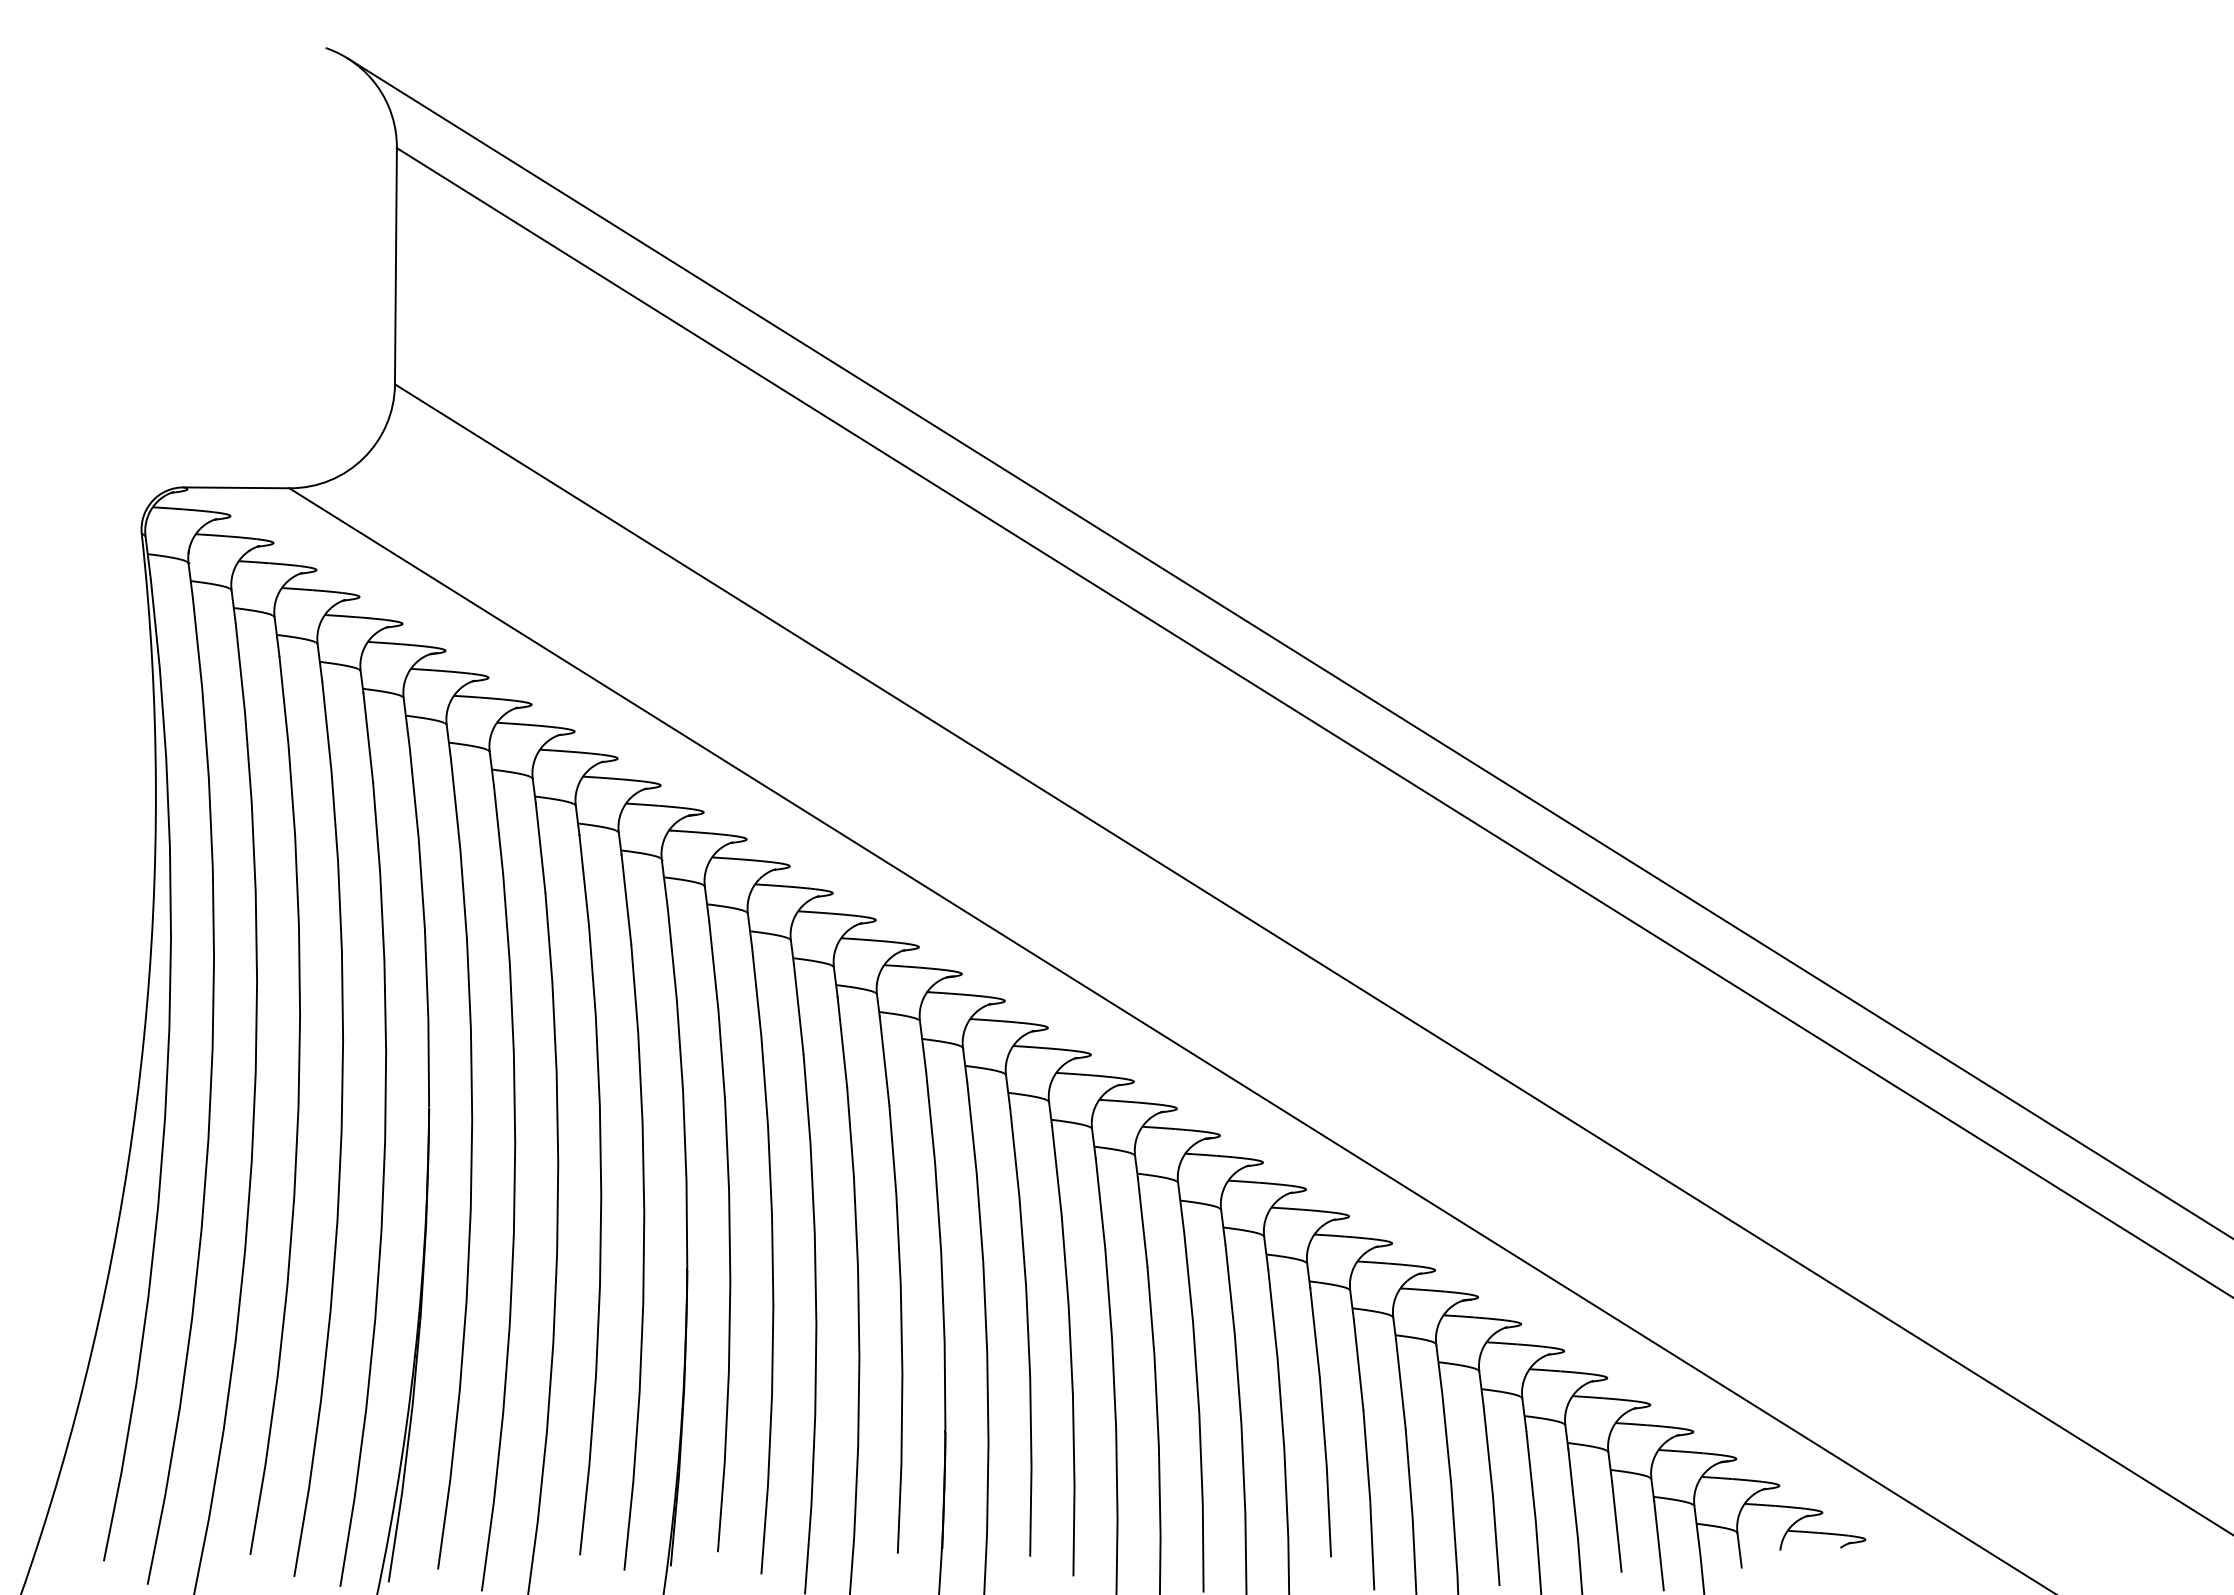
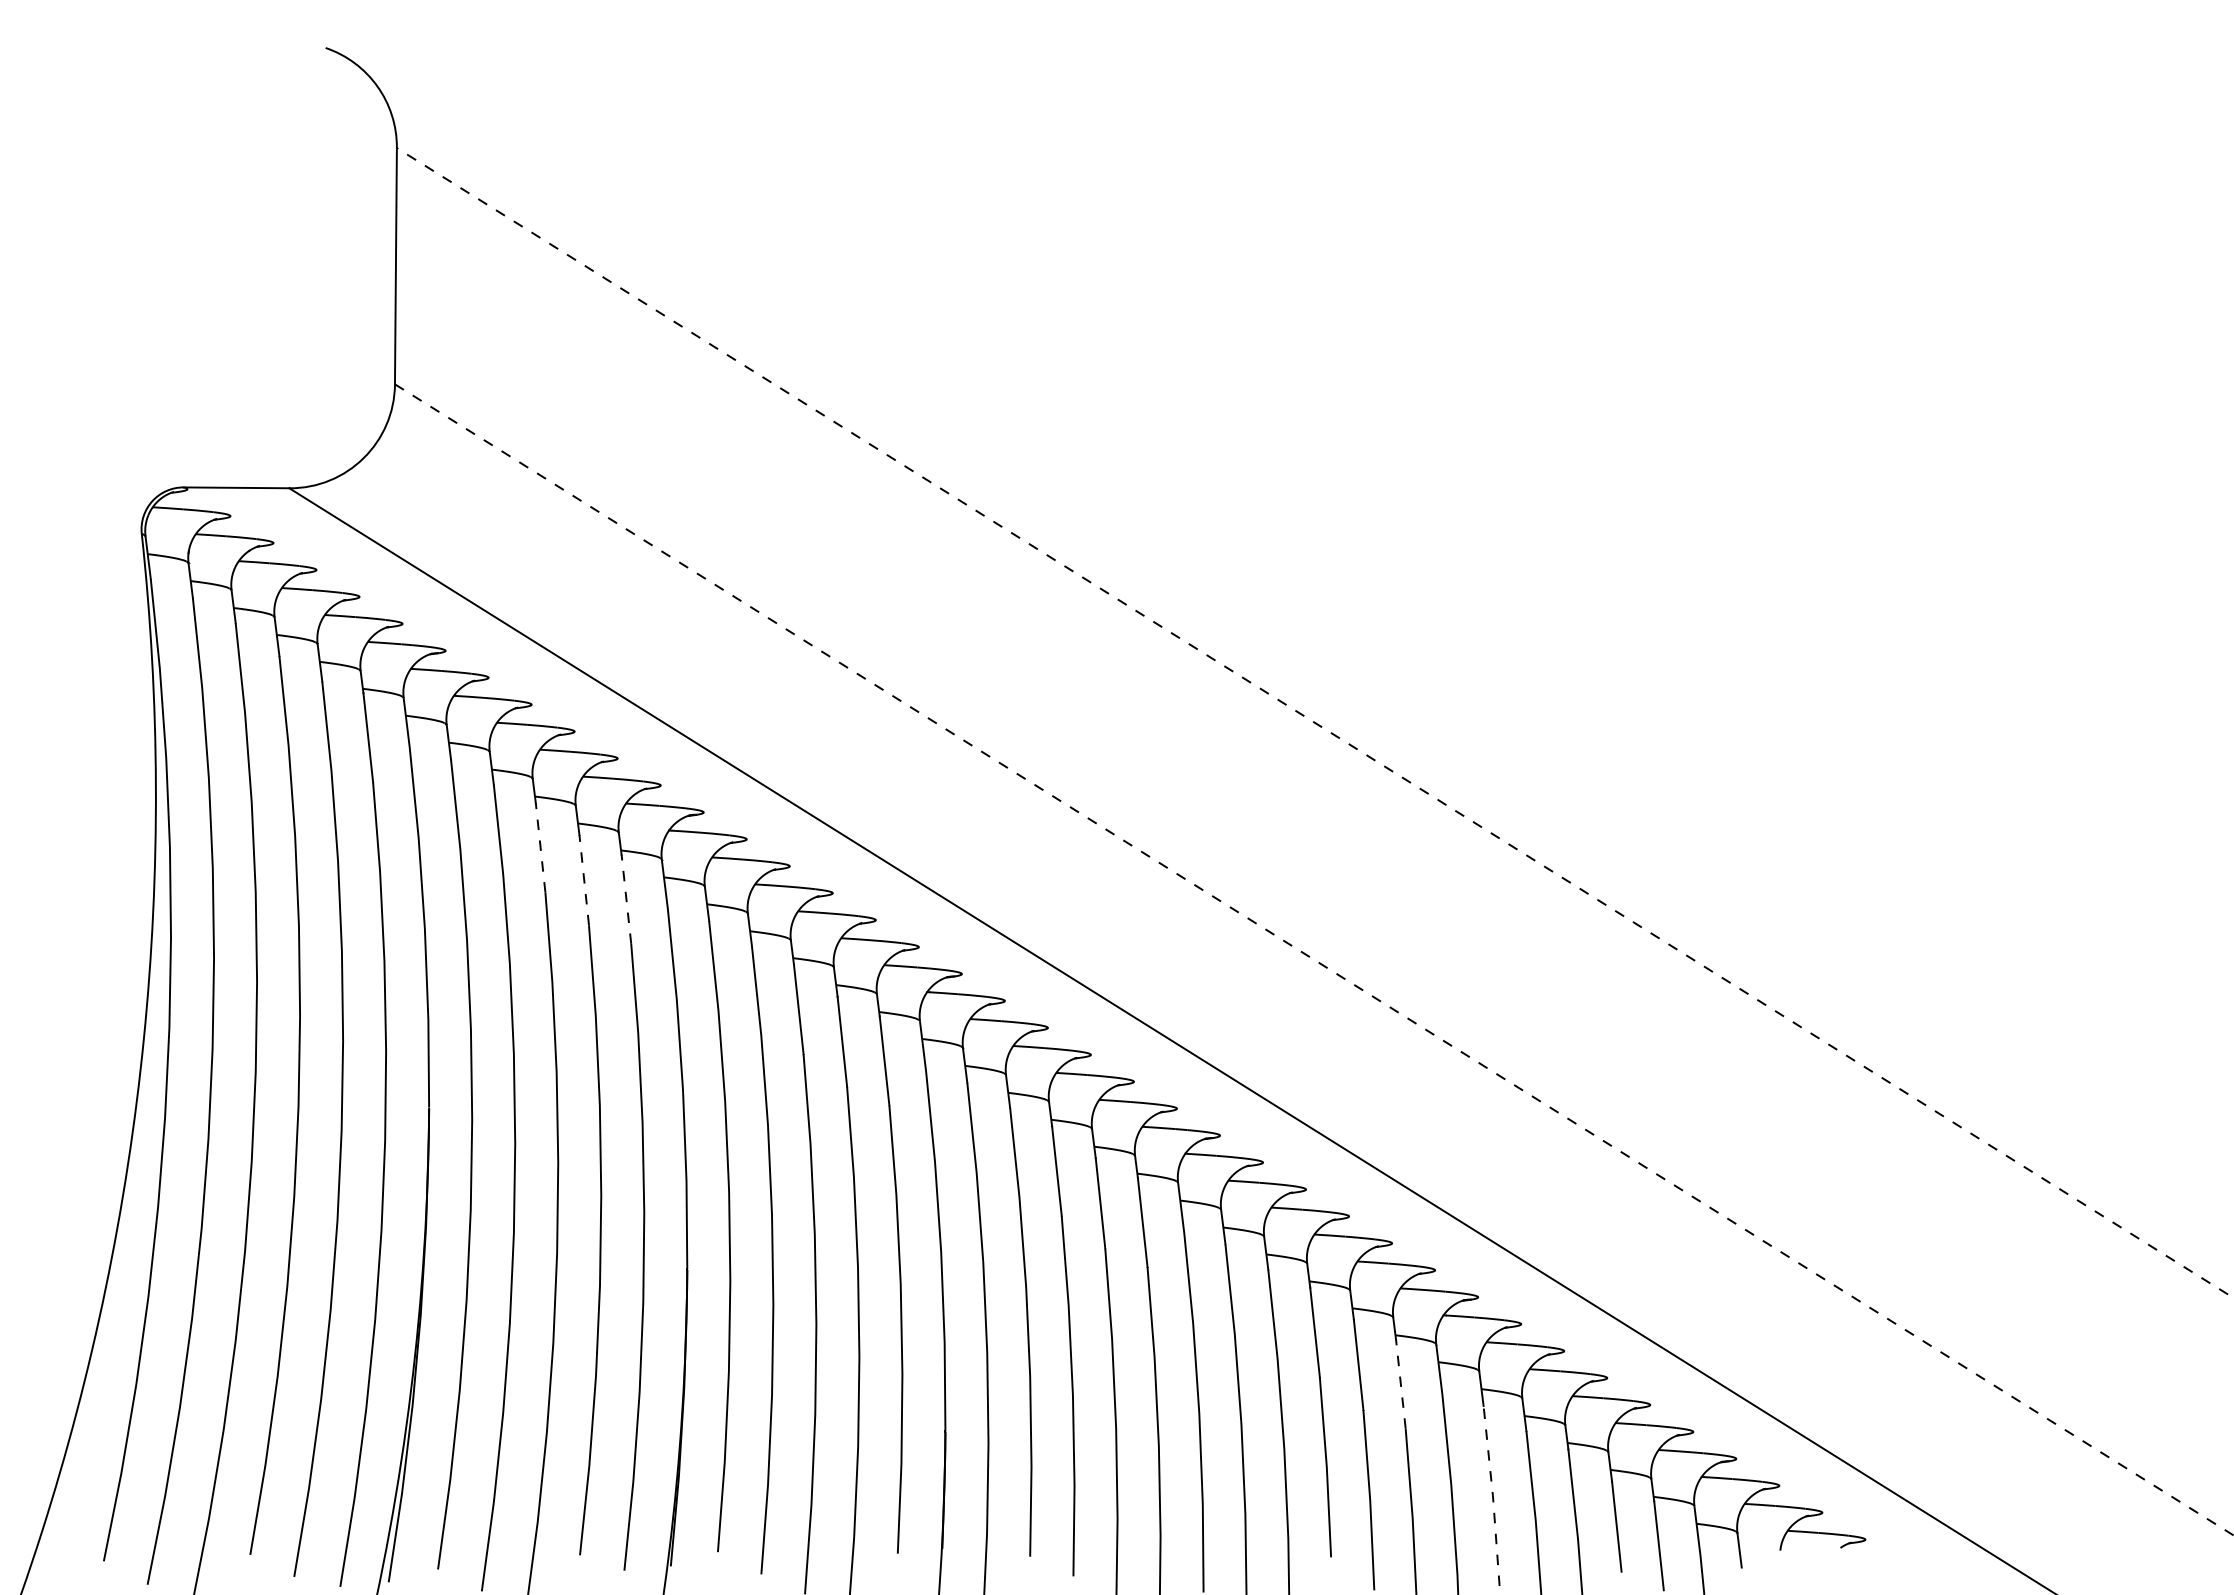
line at (1288, 647): present -> none
line at (1314, 722): solid -> dashed
line at (540, 847): solid -> dashed
line at (584, 879): solid -> dashed
line at (626, 899): solid -> dashed
line at (1314, 960): solid -> dashed
line at (1400, 1384): solid -> dashed
line at (1492, 1495): solid -> dashed
